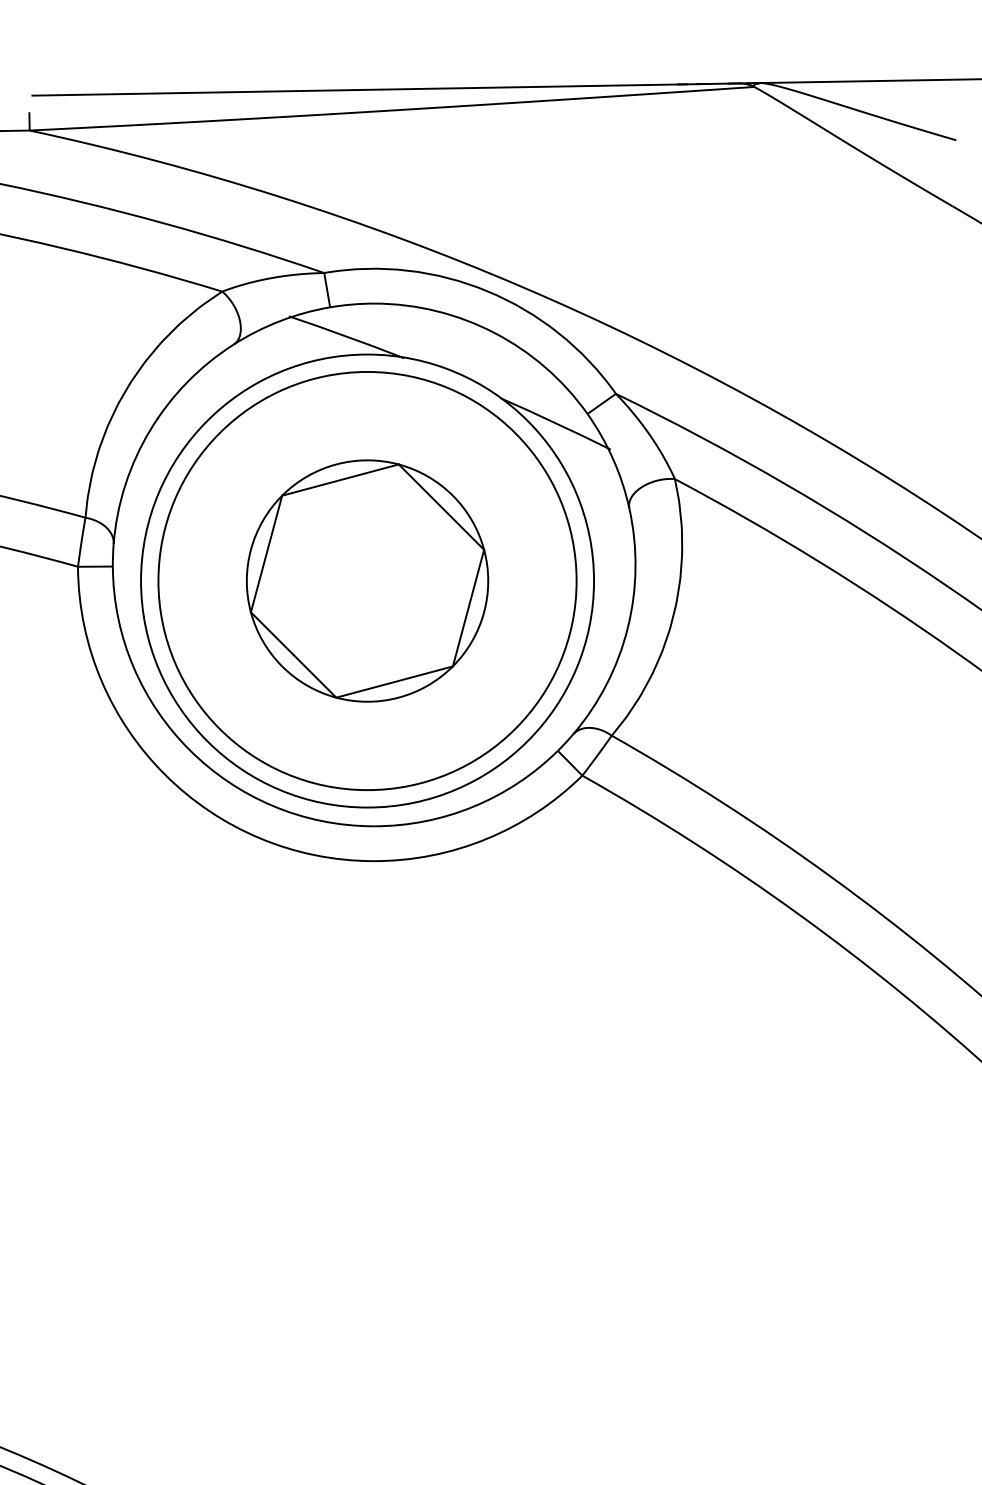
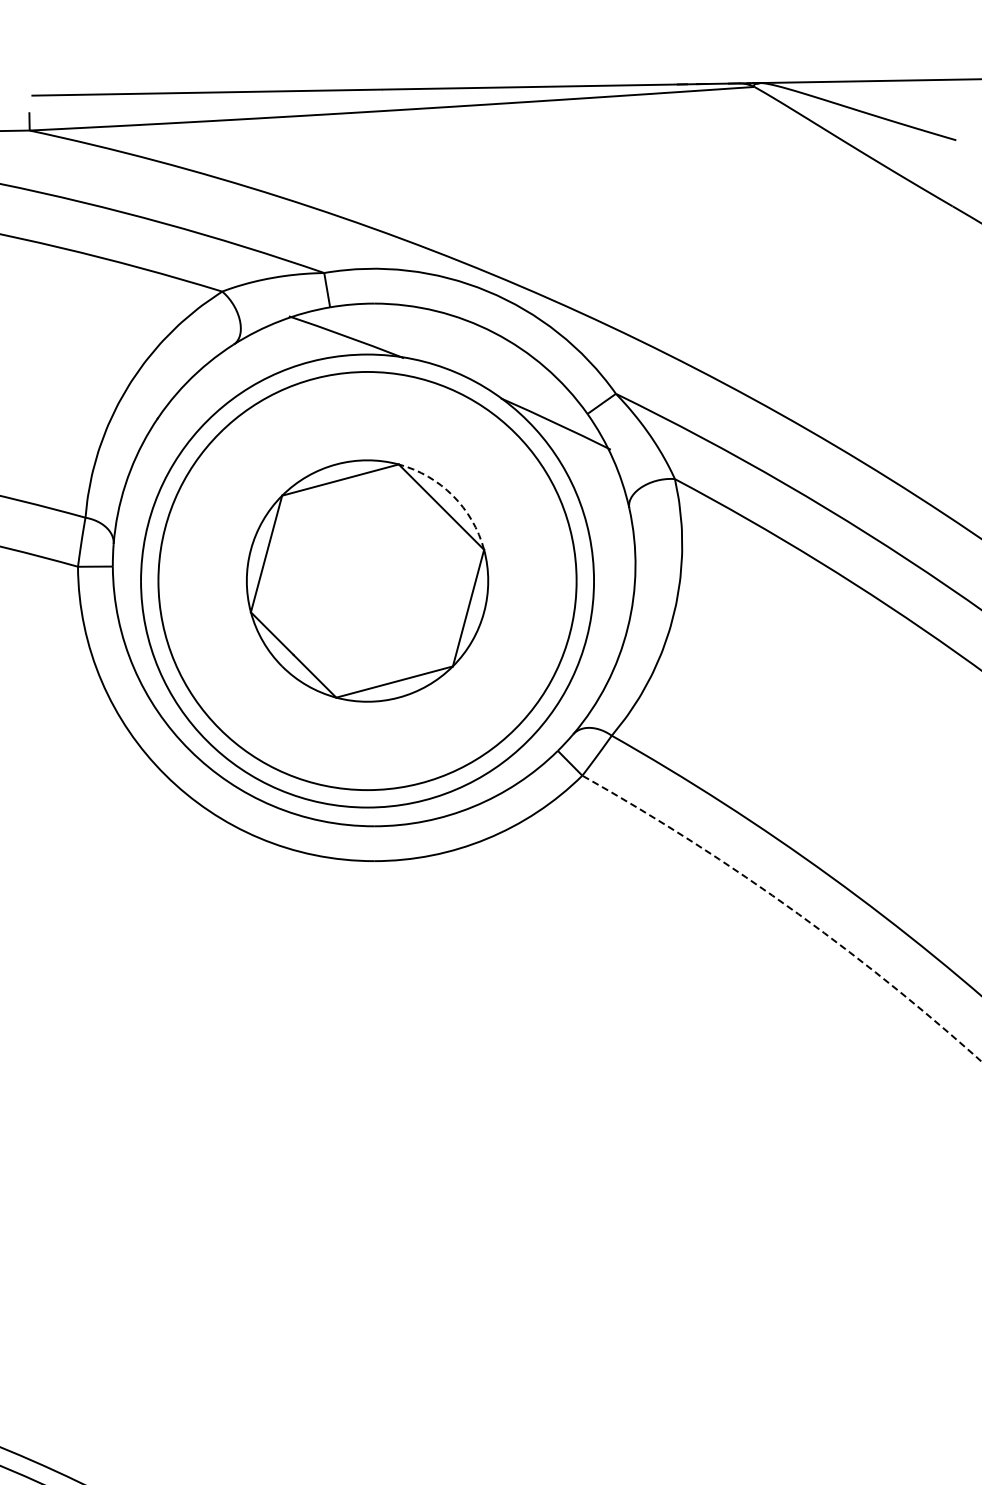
arc at (452, 495): solid -> dashed
arc at (789, 907): solid -> dashed
